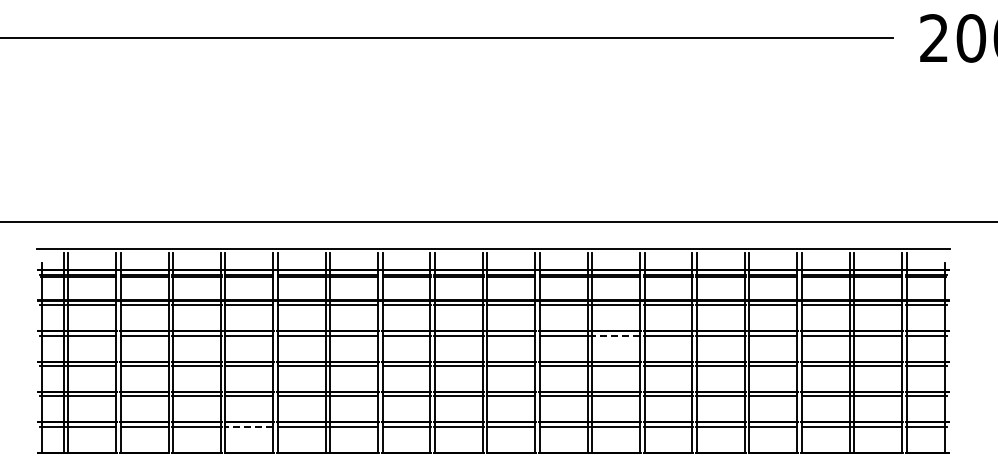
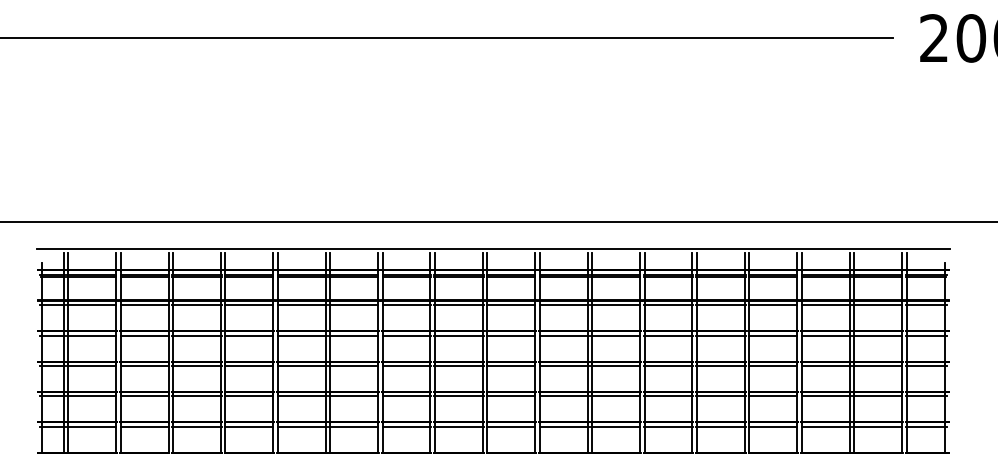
line at (616, 335): dashed -> solid
line at (249, 426): dashed -> solid
